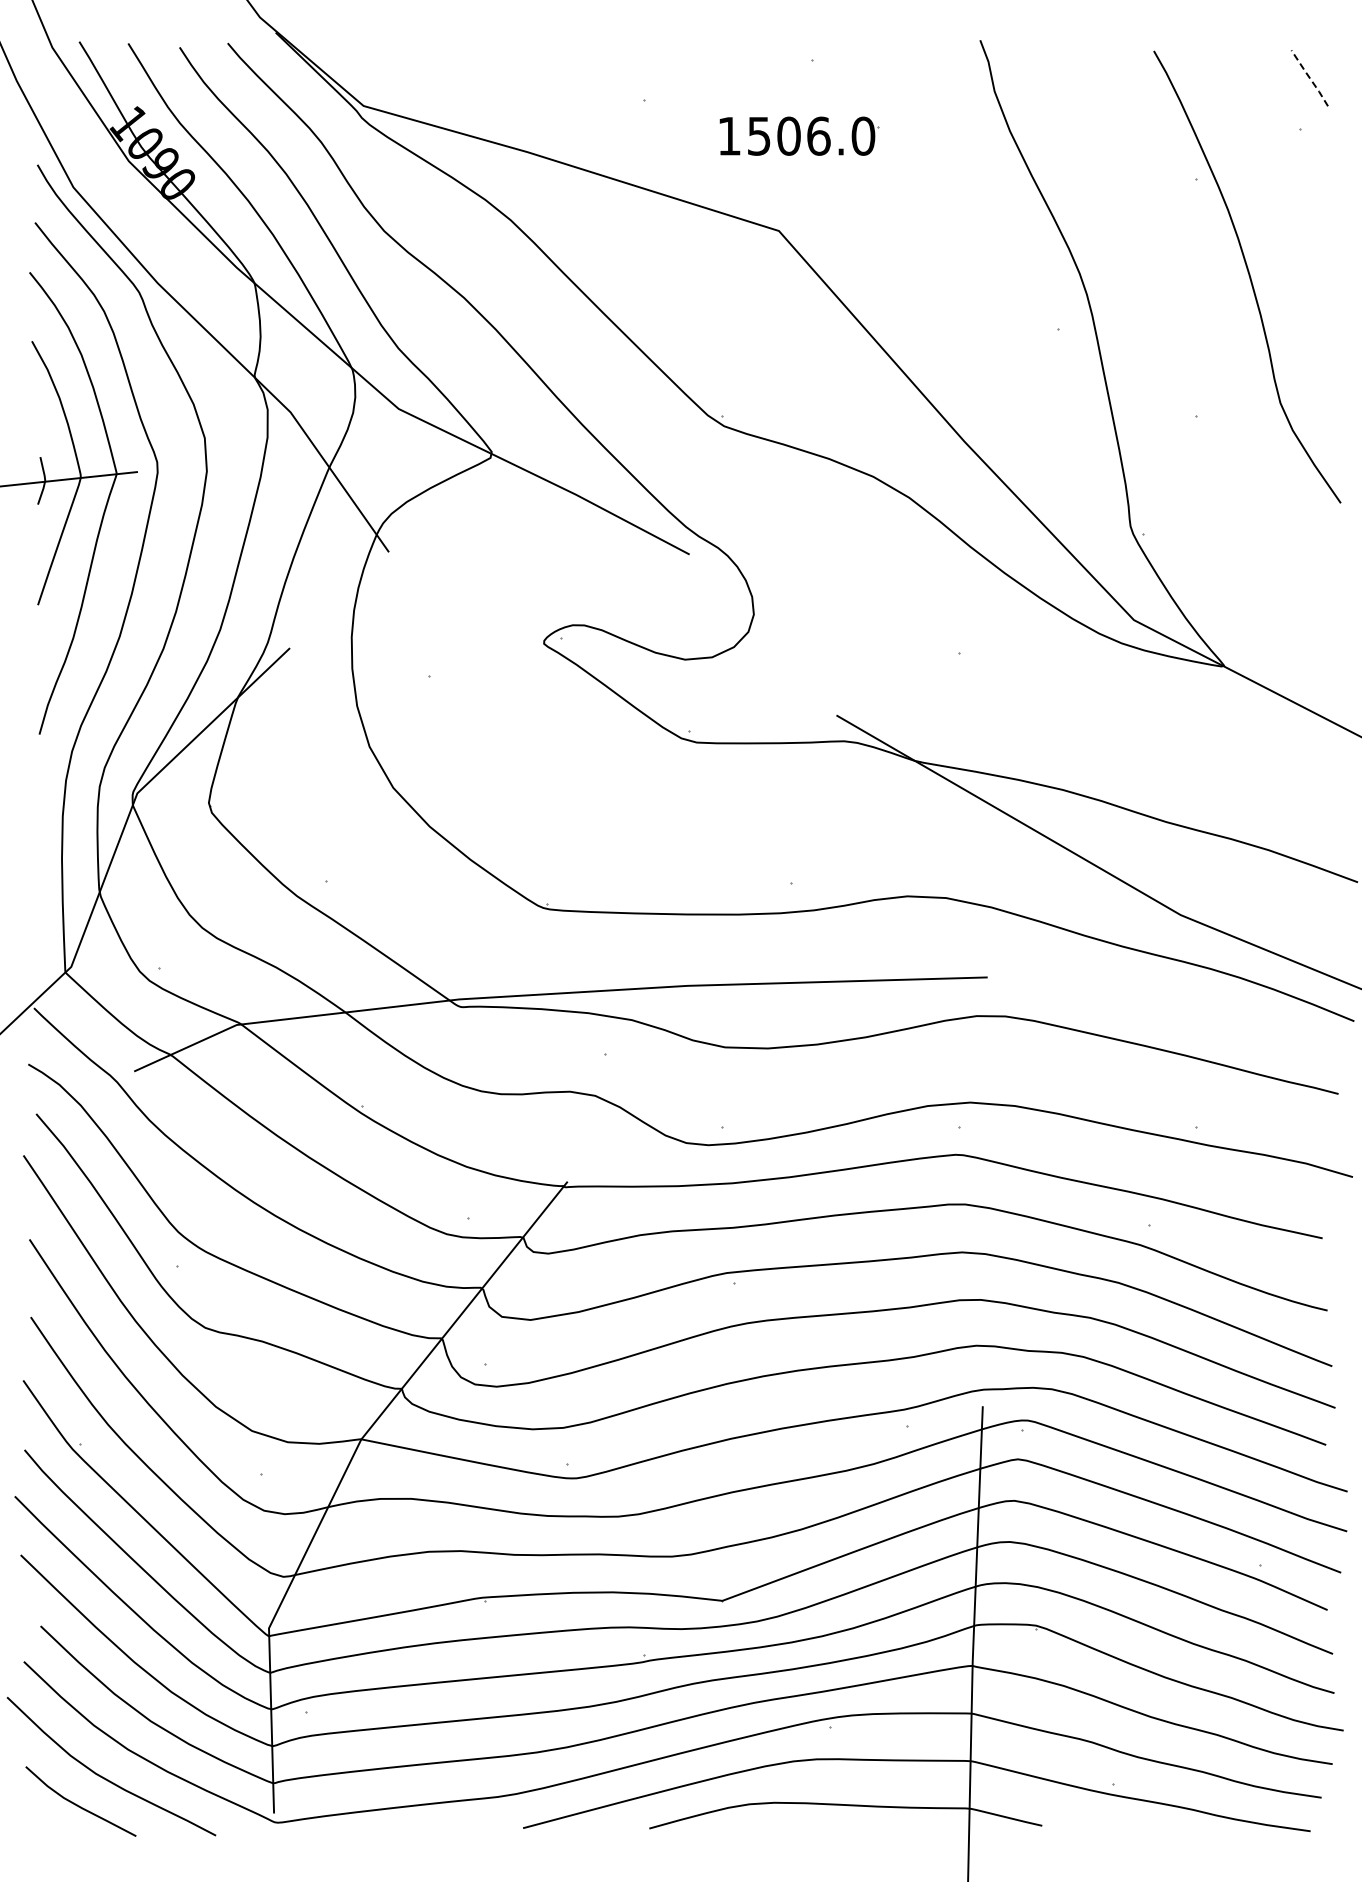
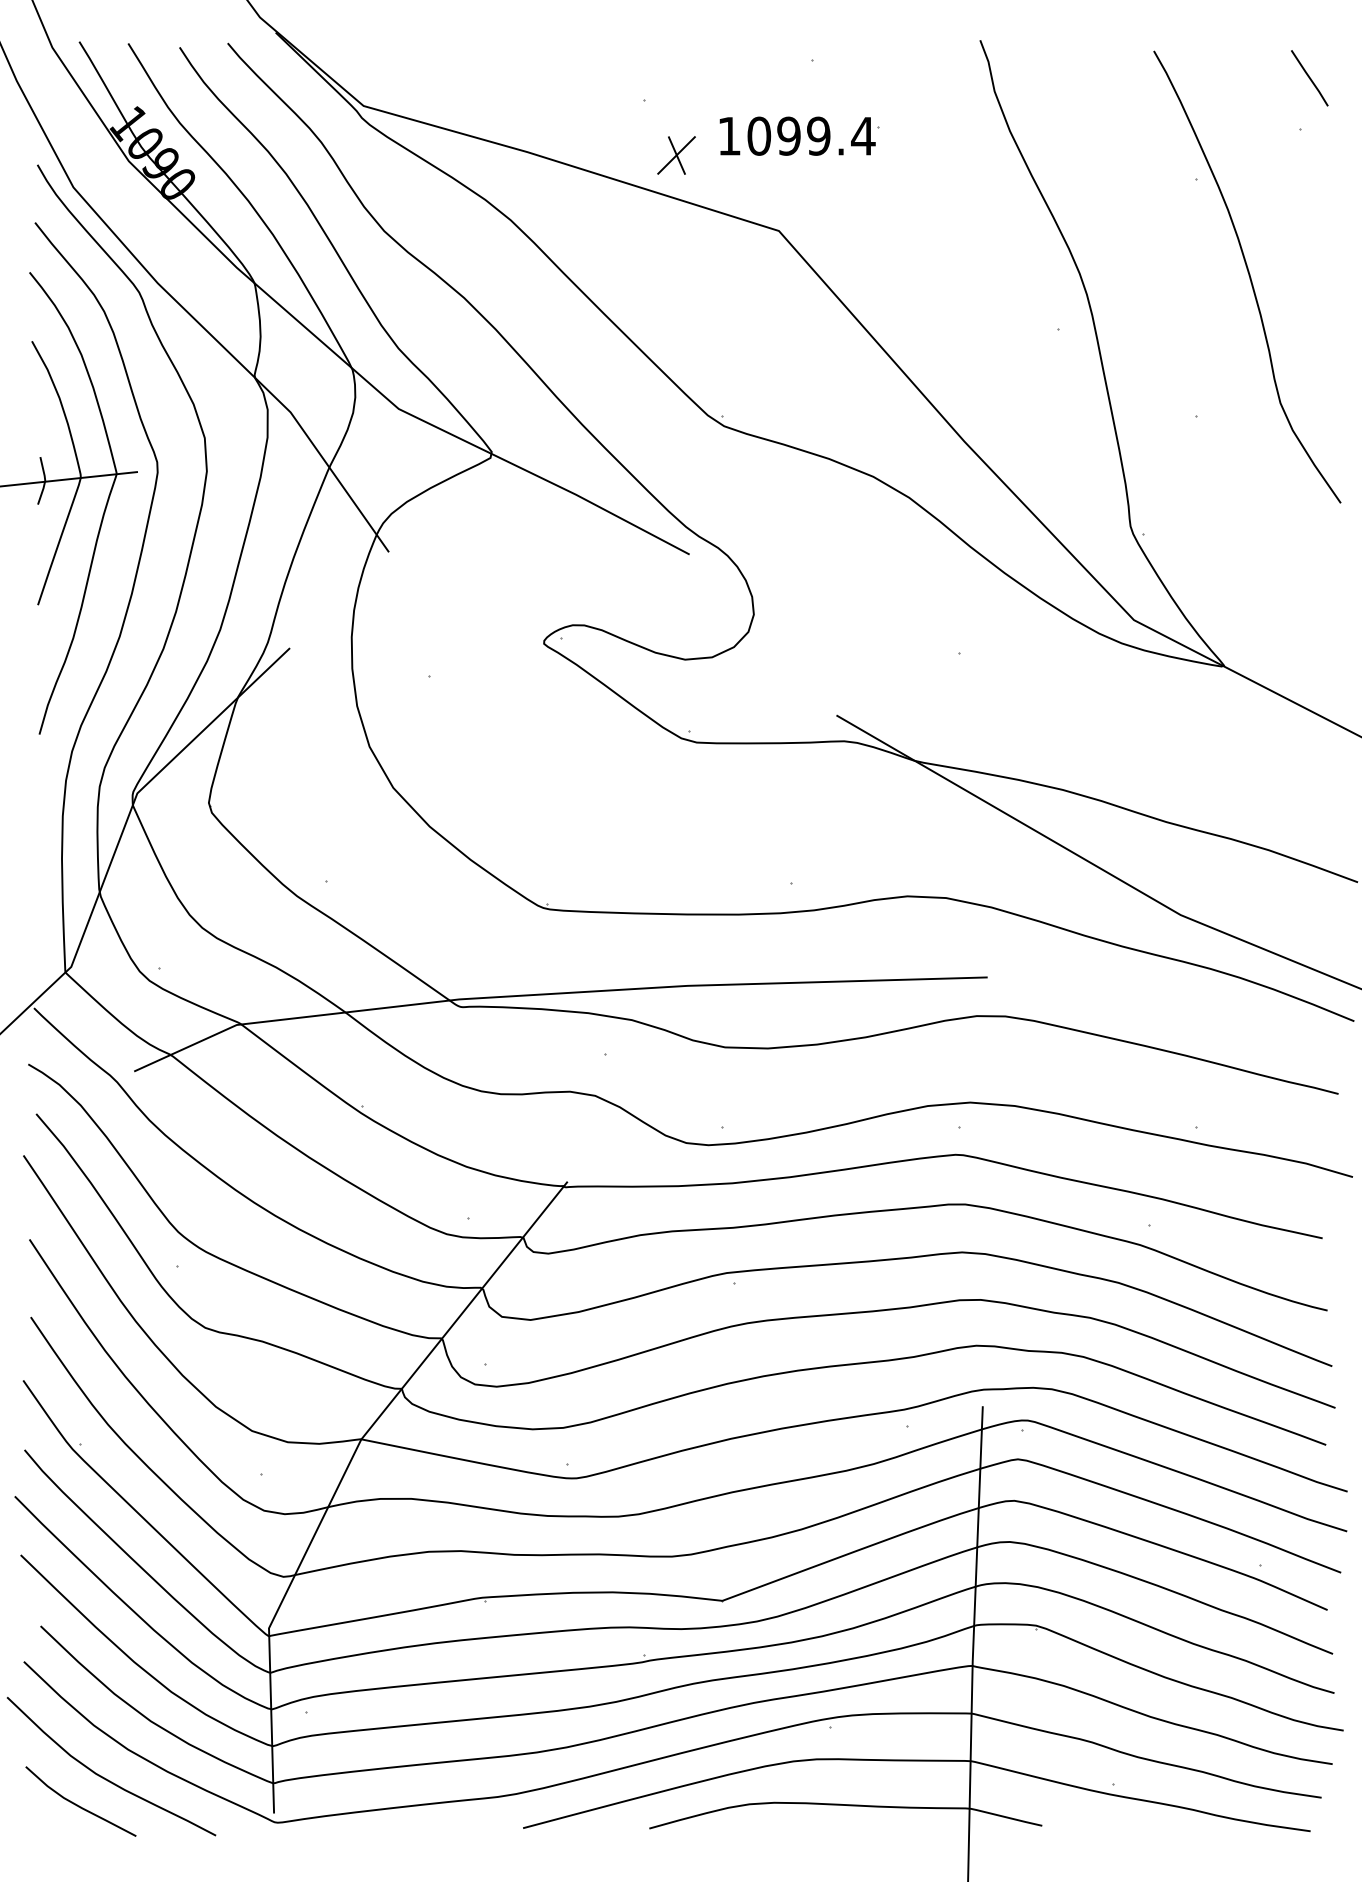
line at (1310, 78): dashed -> solid
text at (811, 135): 1506.0 -> 1099.4
part at (676, 155): none -> present
